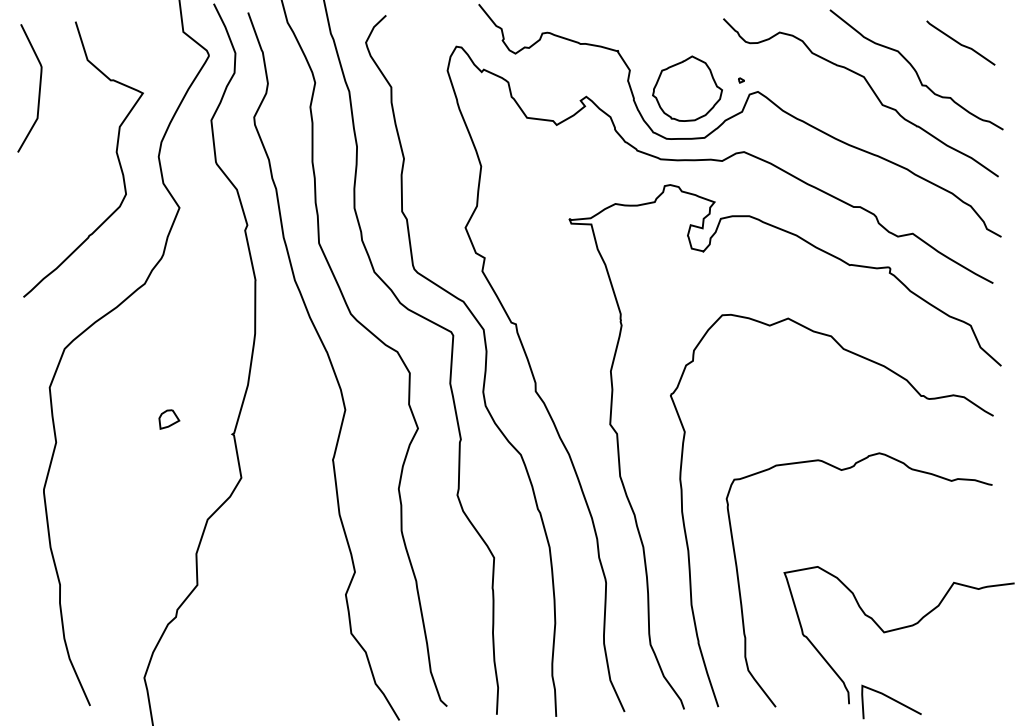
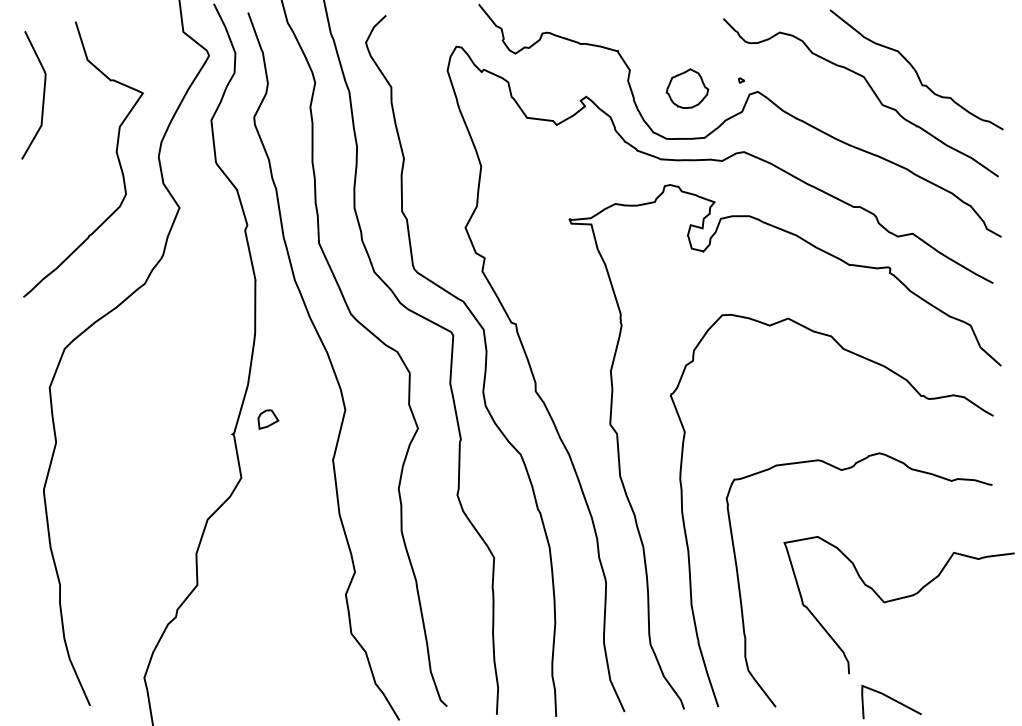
curve at (959, 42): present -> none
part at (687, 88) size: 71x67 px -> 45x41 px
curve at (38, 91) position: (38, 91) -> (42, 98)
part at (169, 419) position: (169, 419) -> (268, 419)
curve at (897, 630) position: (897, 630) -> (897, 600)
